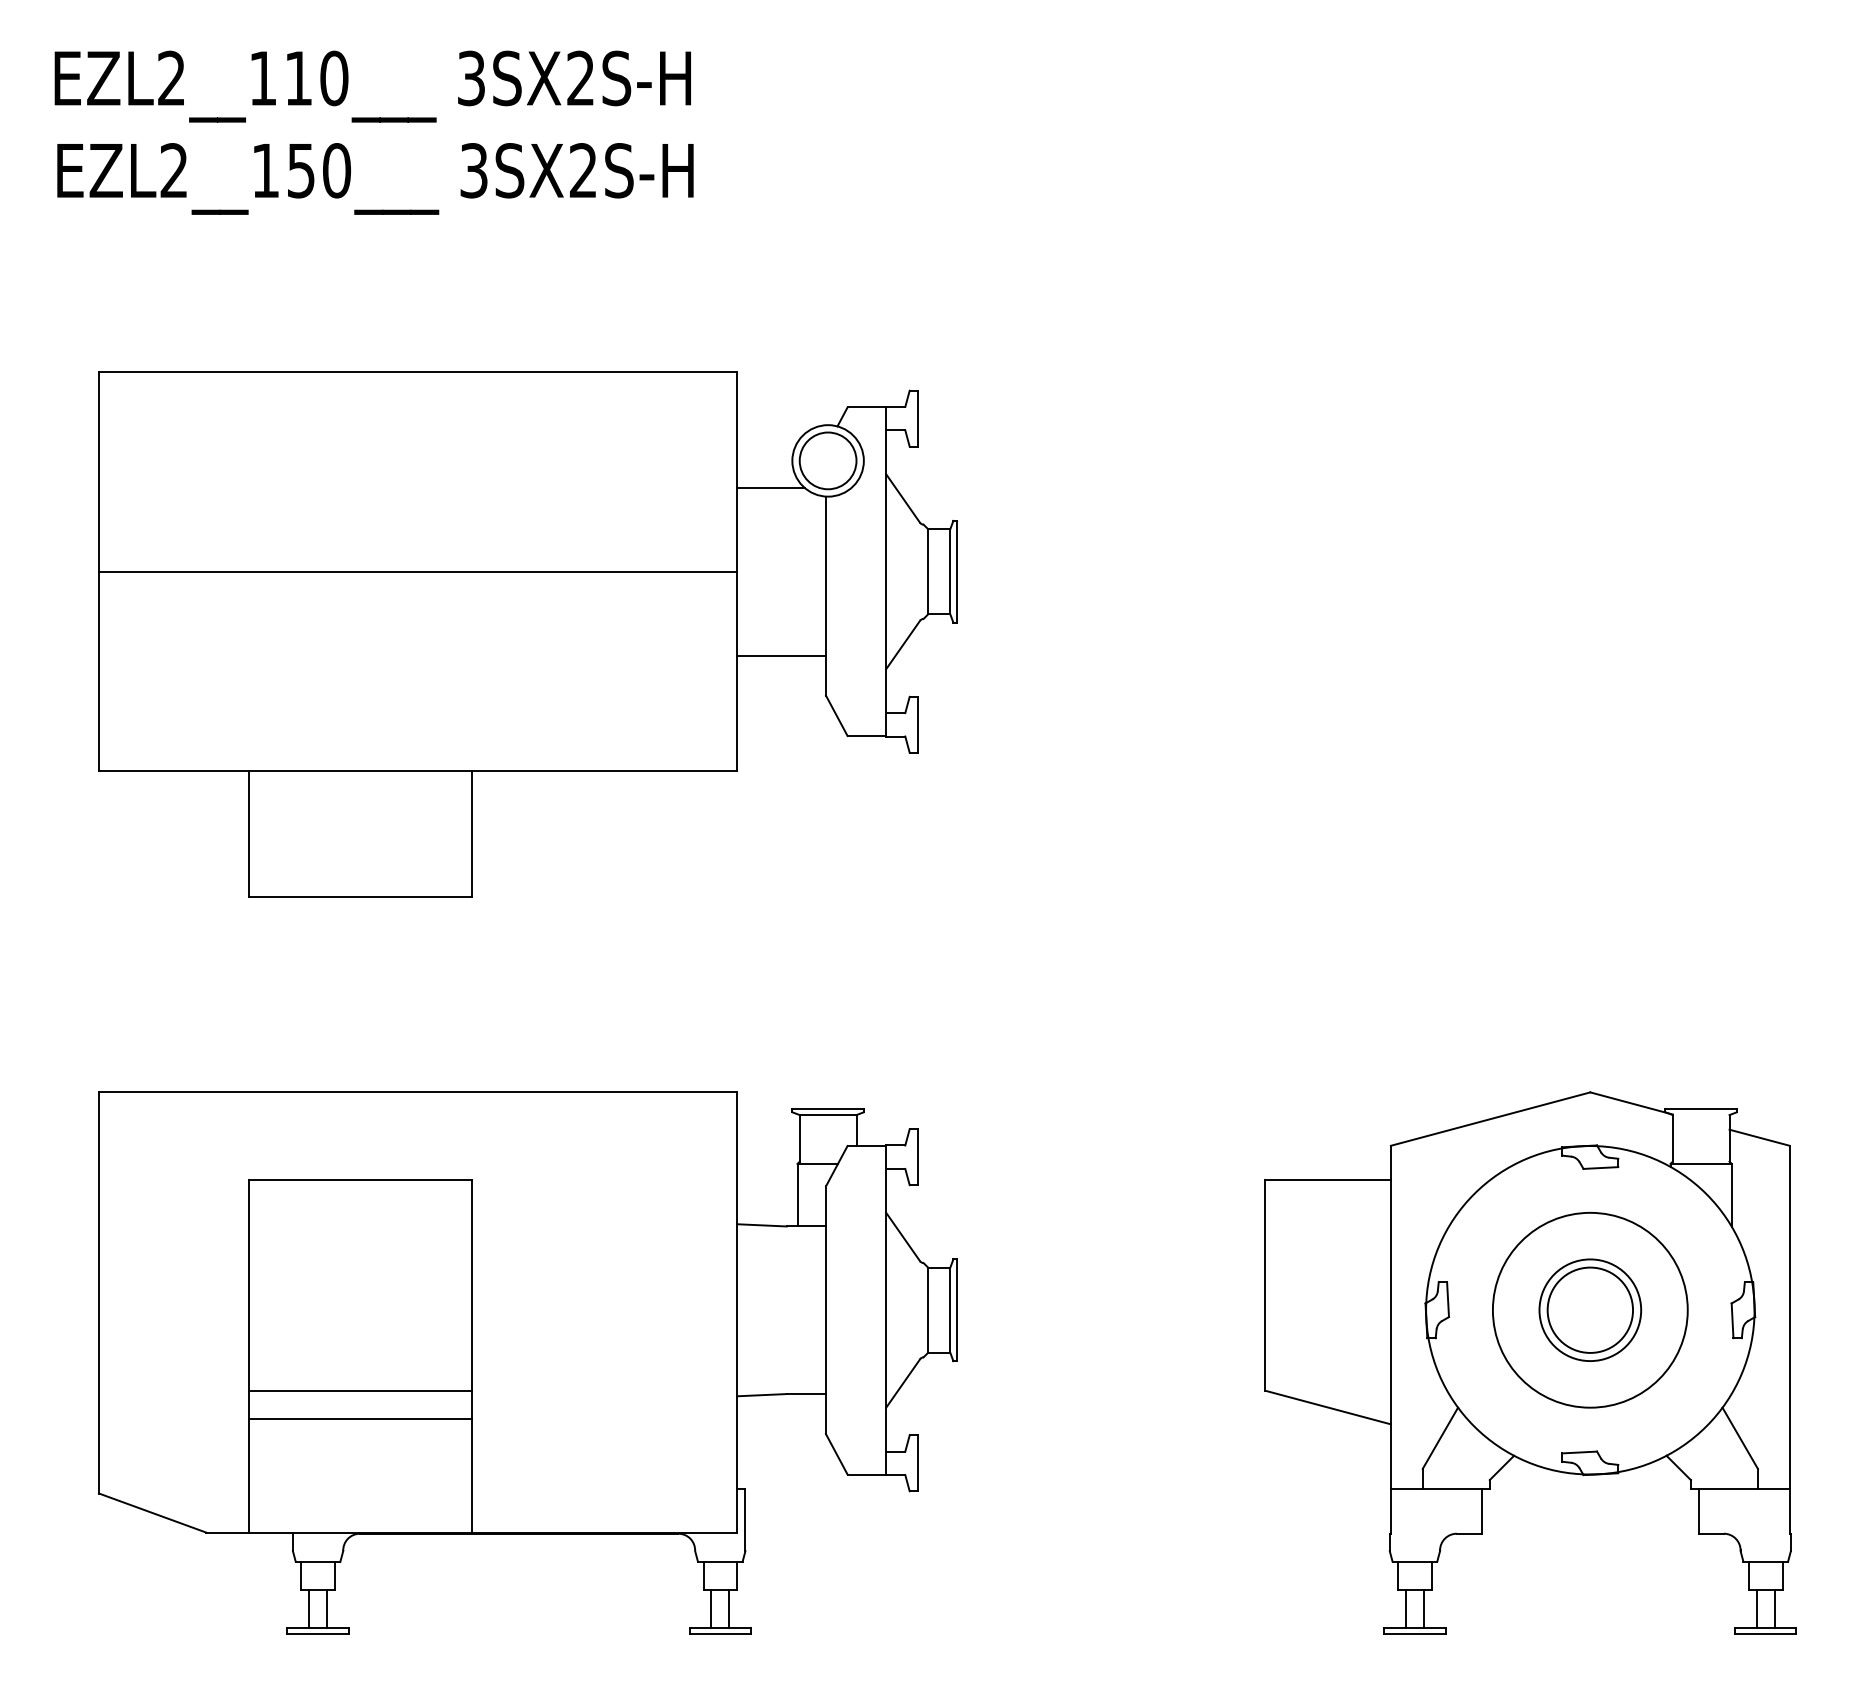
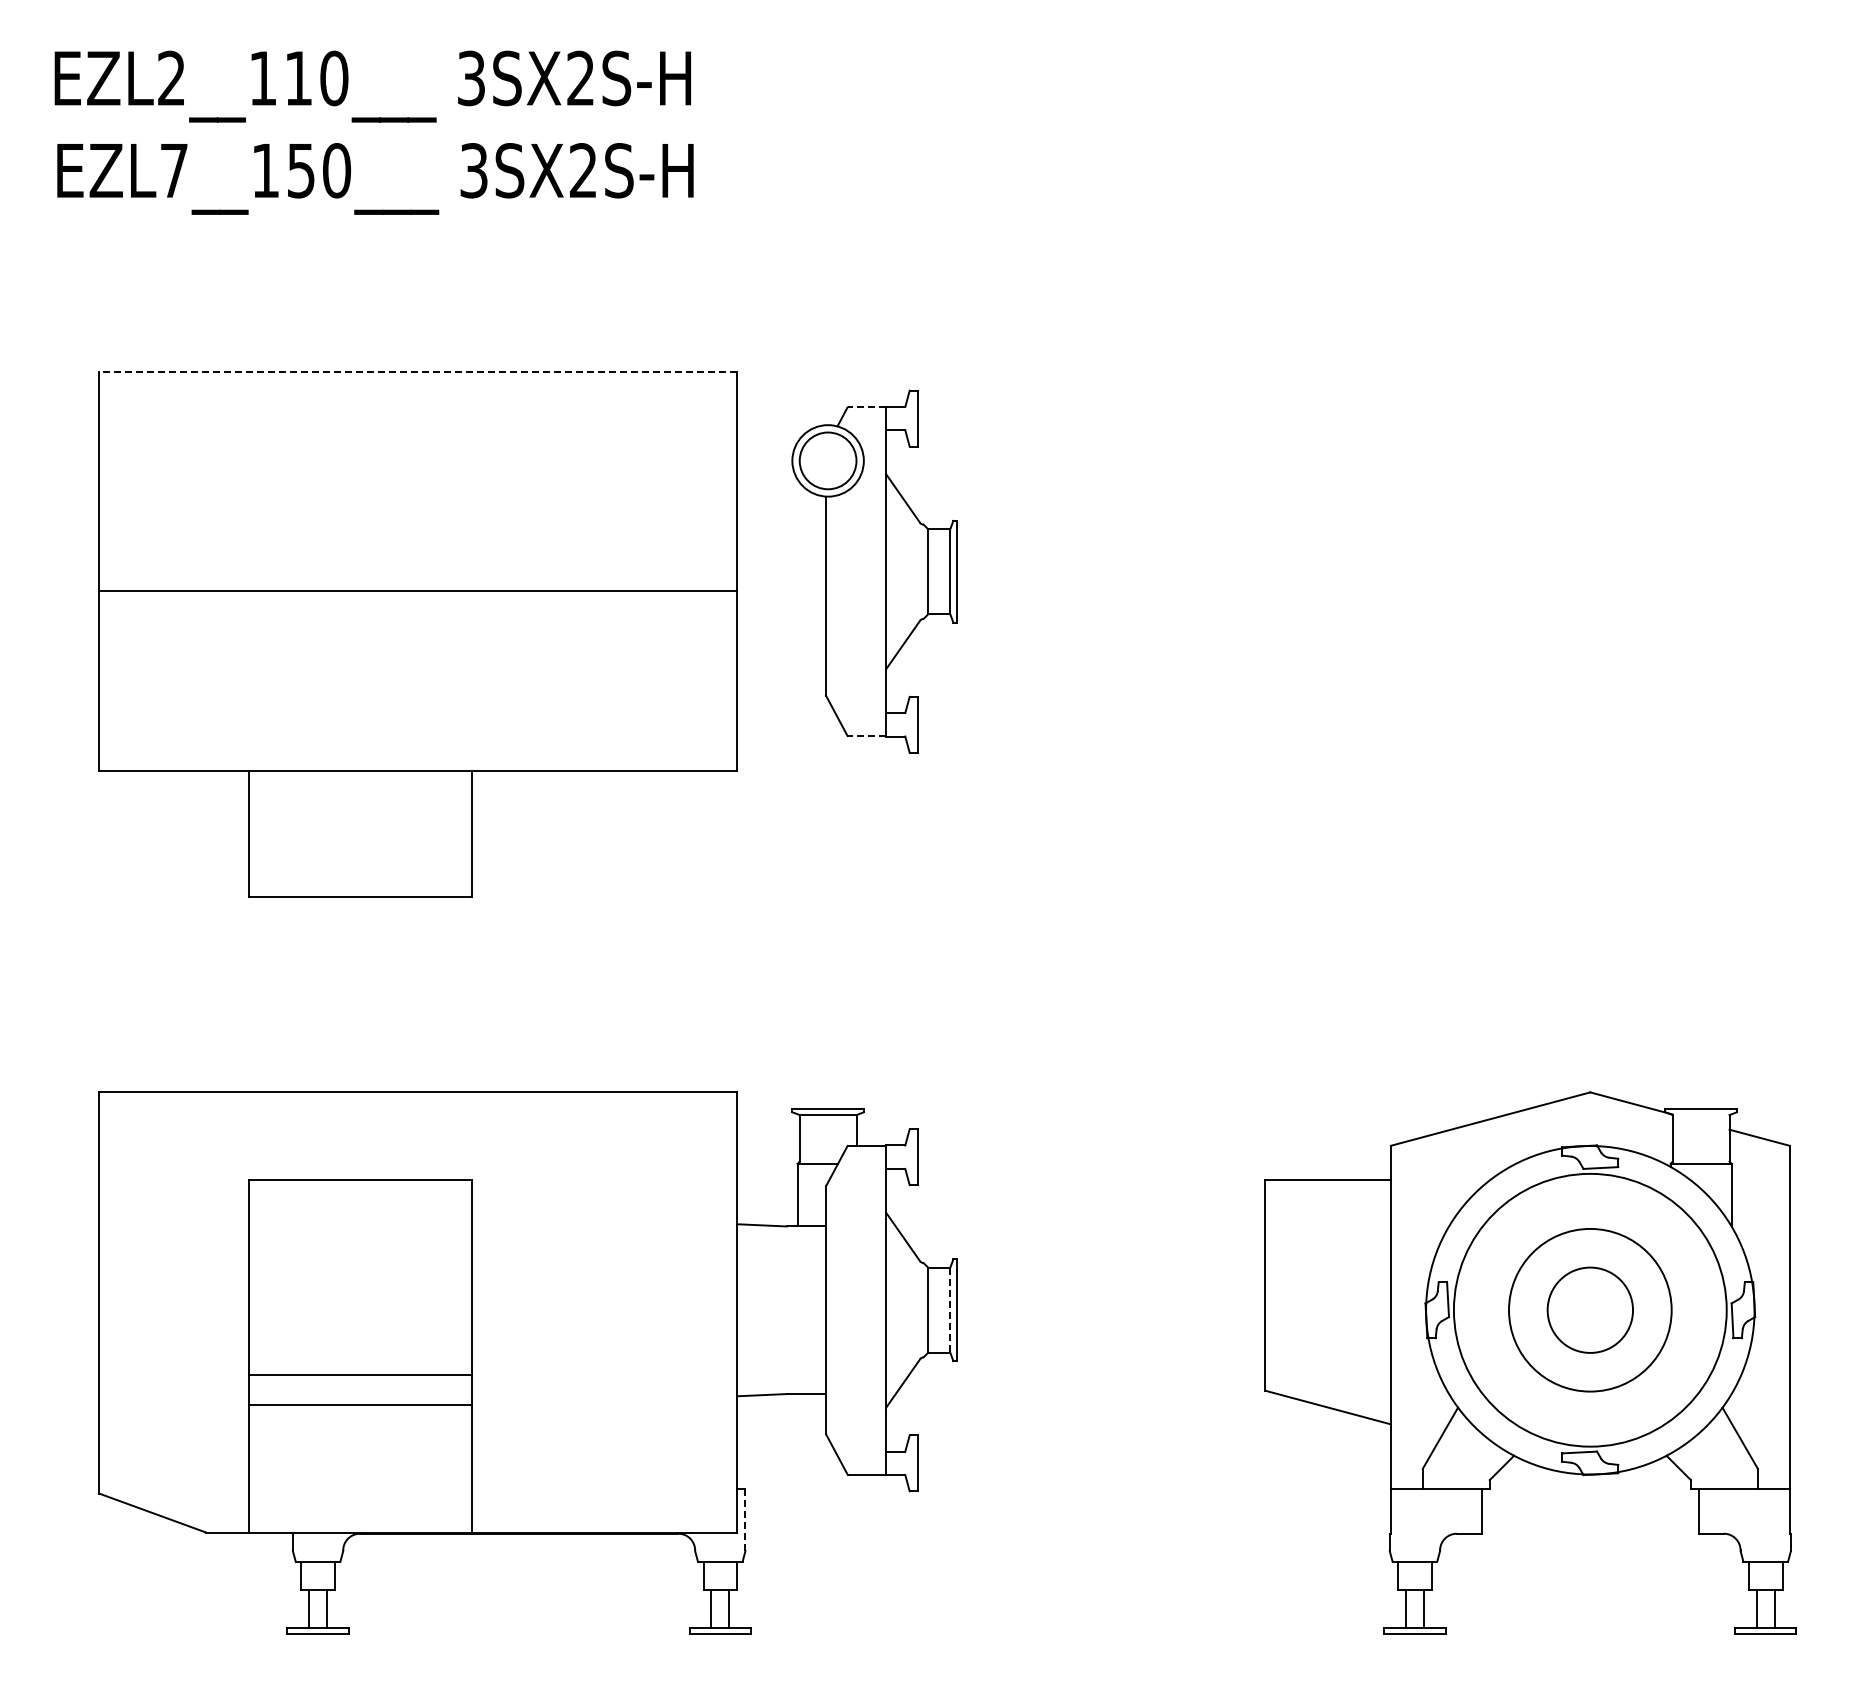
text at (173, 170): EZL2__150___ -> EZL7__150___
line at (417, 372): solid -> dashed
line at (866, 407): solid -> dashed
line at (770, 487): present -> none
line at (417, 571) position: (417, 571) -> (417, 590)
line at (781, 655): present -> none
line at (866, 735): solid -> dashed
circle at (1589, 1309) diameter: 195 px -> 273 px
line at (950, 1310): solid -> dashed
circle at (1590, 1310) diameter: 102 px -> 163 px
line at (360, 1390) position: (360, 1390) -> (360, 1374)
line at (360, 1418) position: (360, 1418) -> (360, 1404)
line at (745, 1520): solid -> dashed
